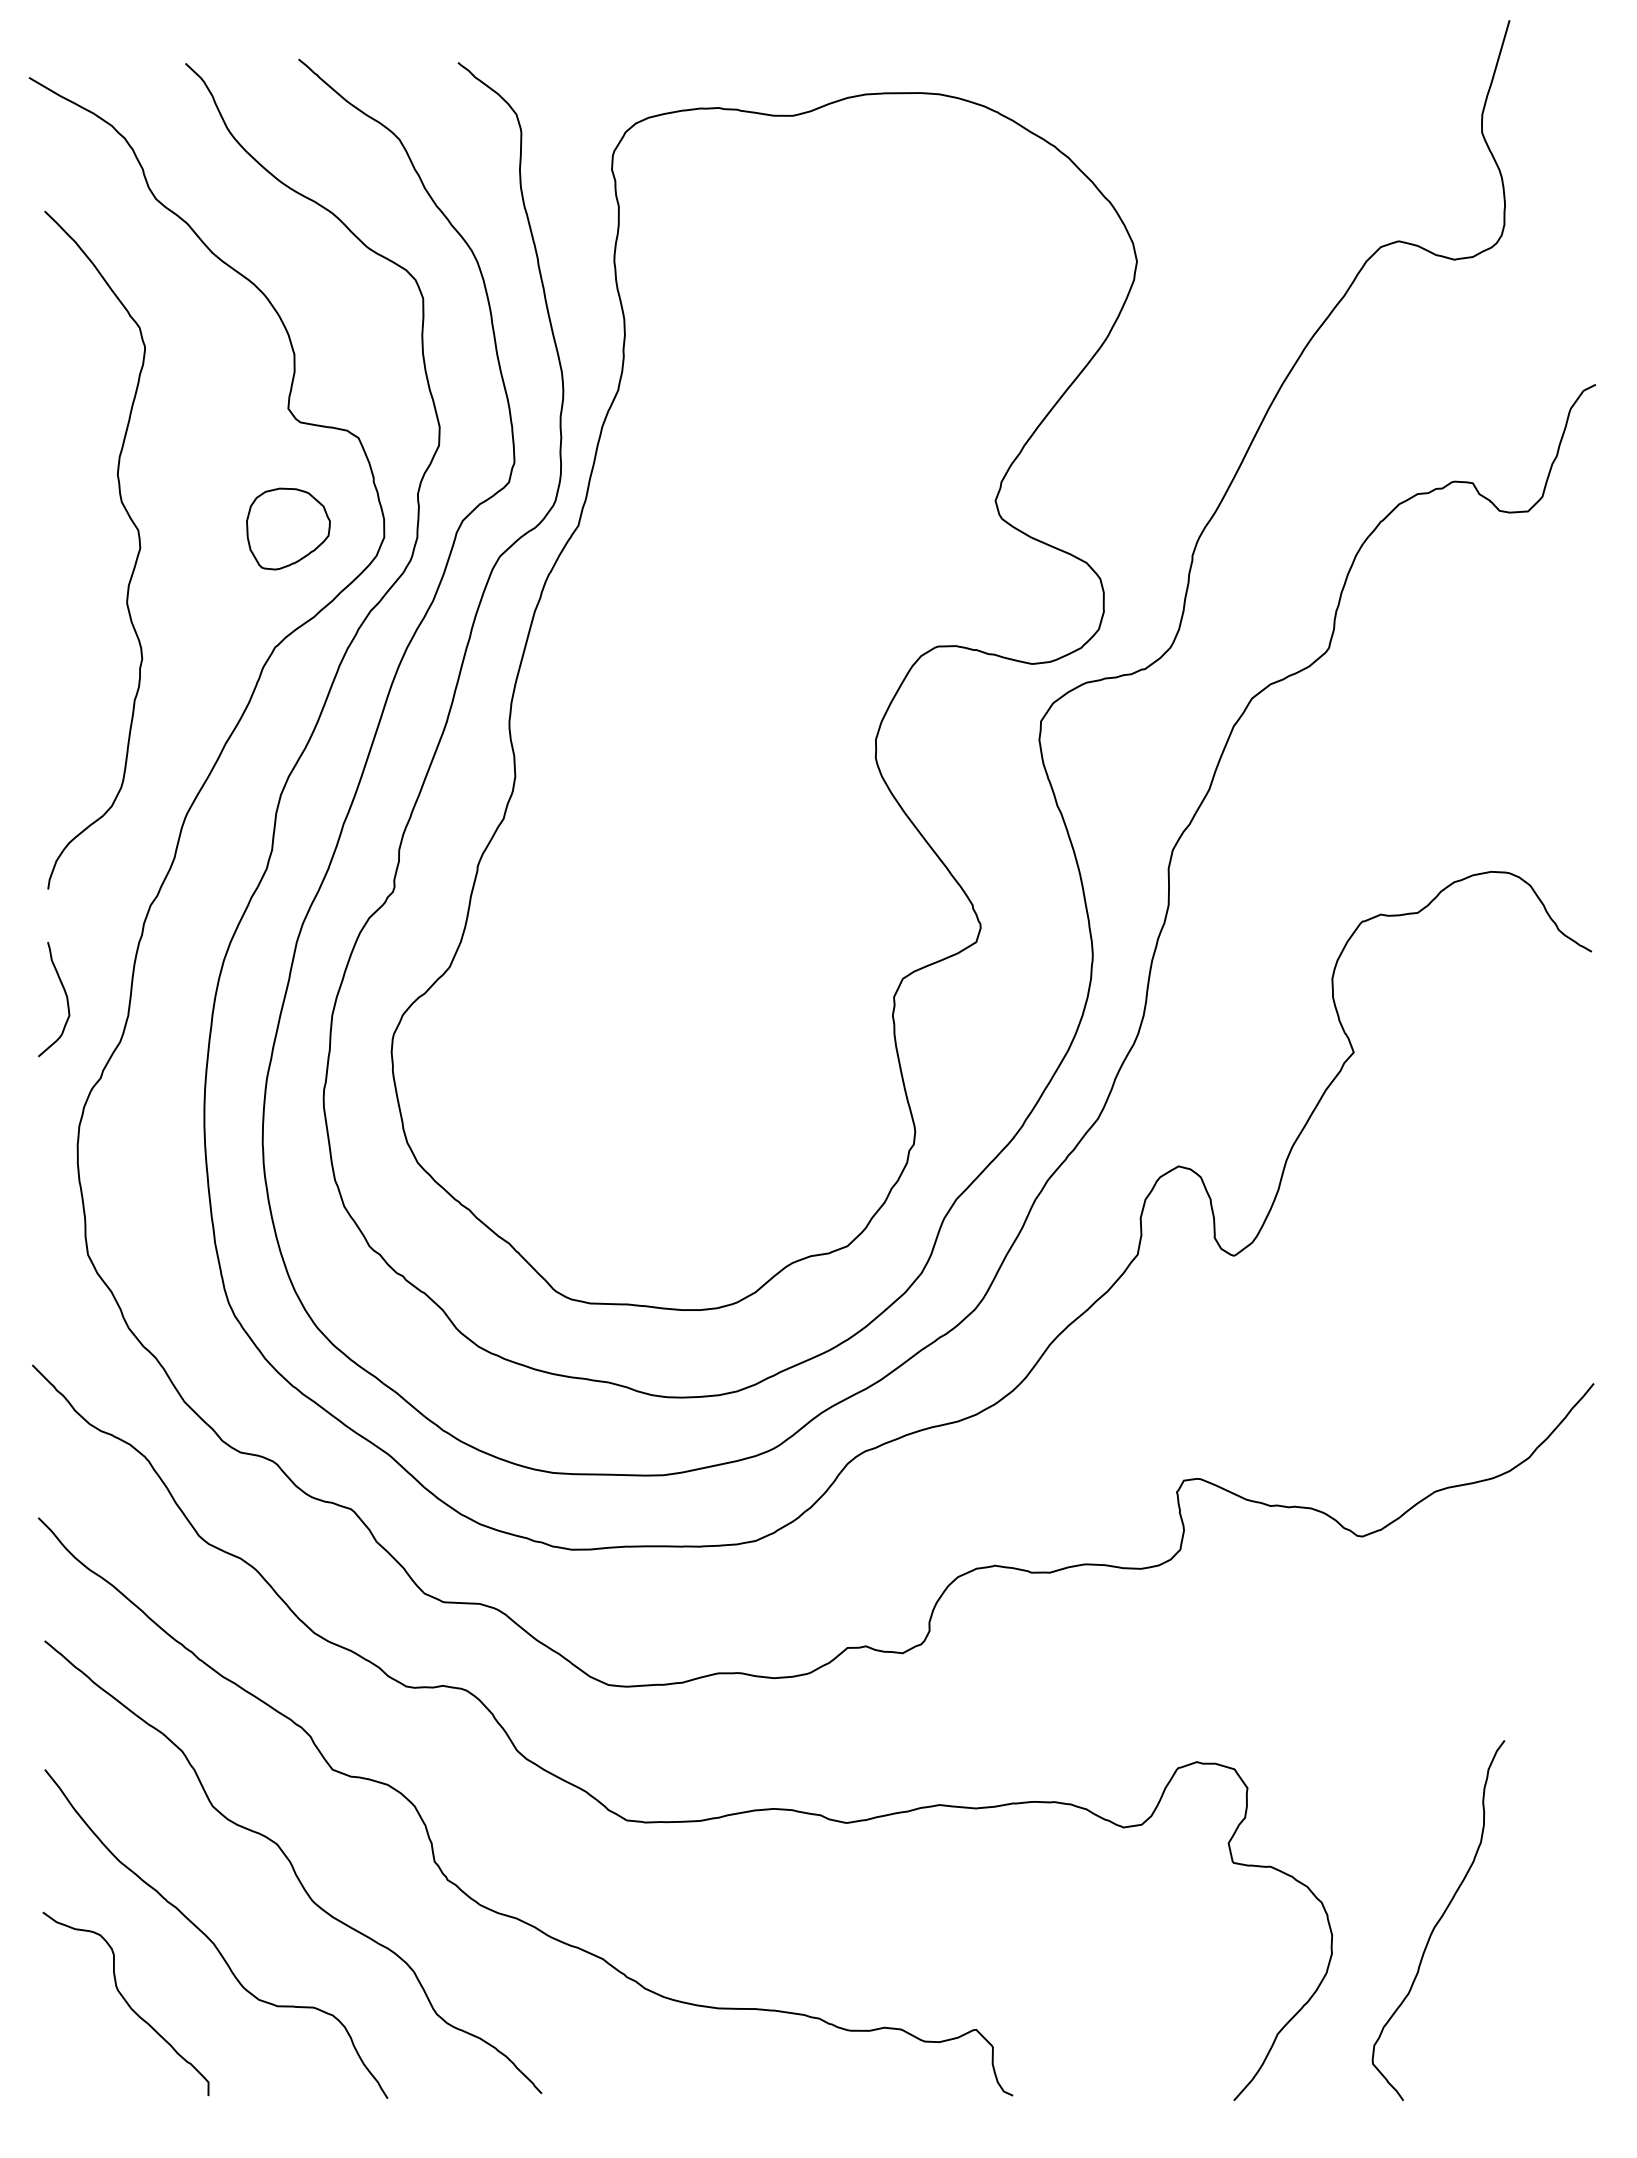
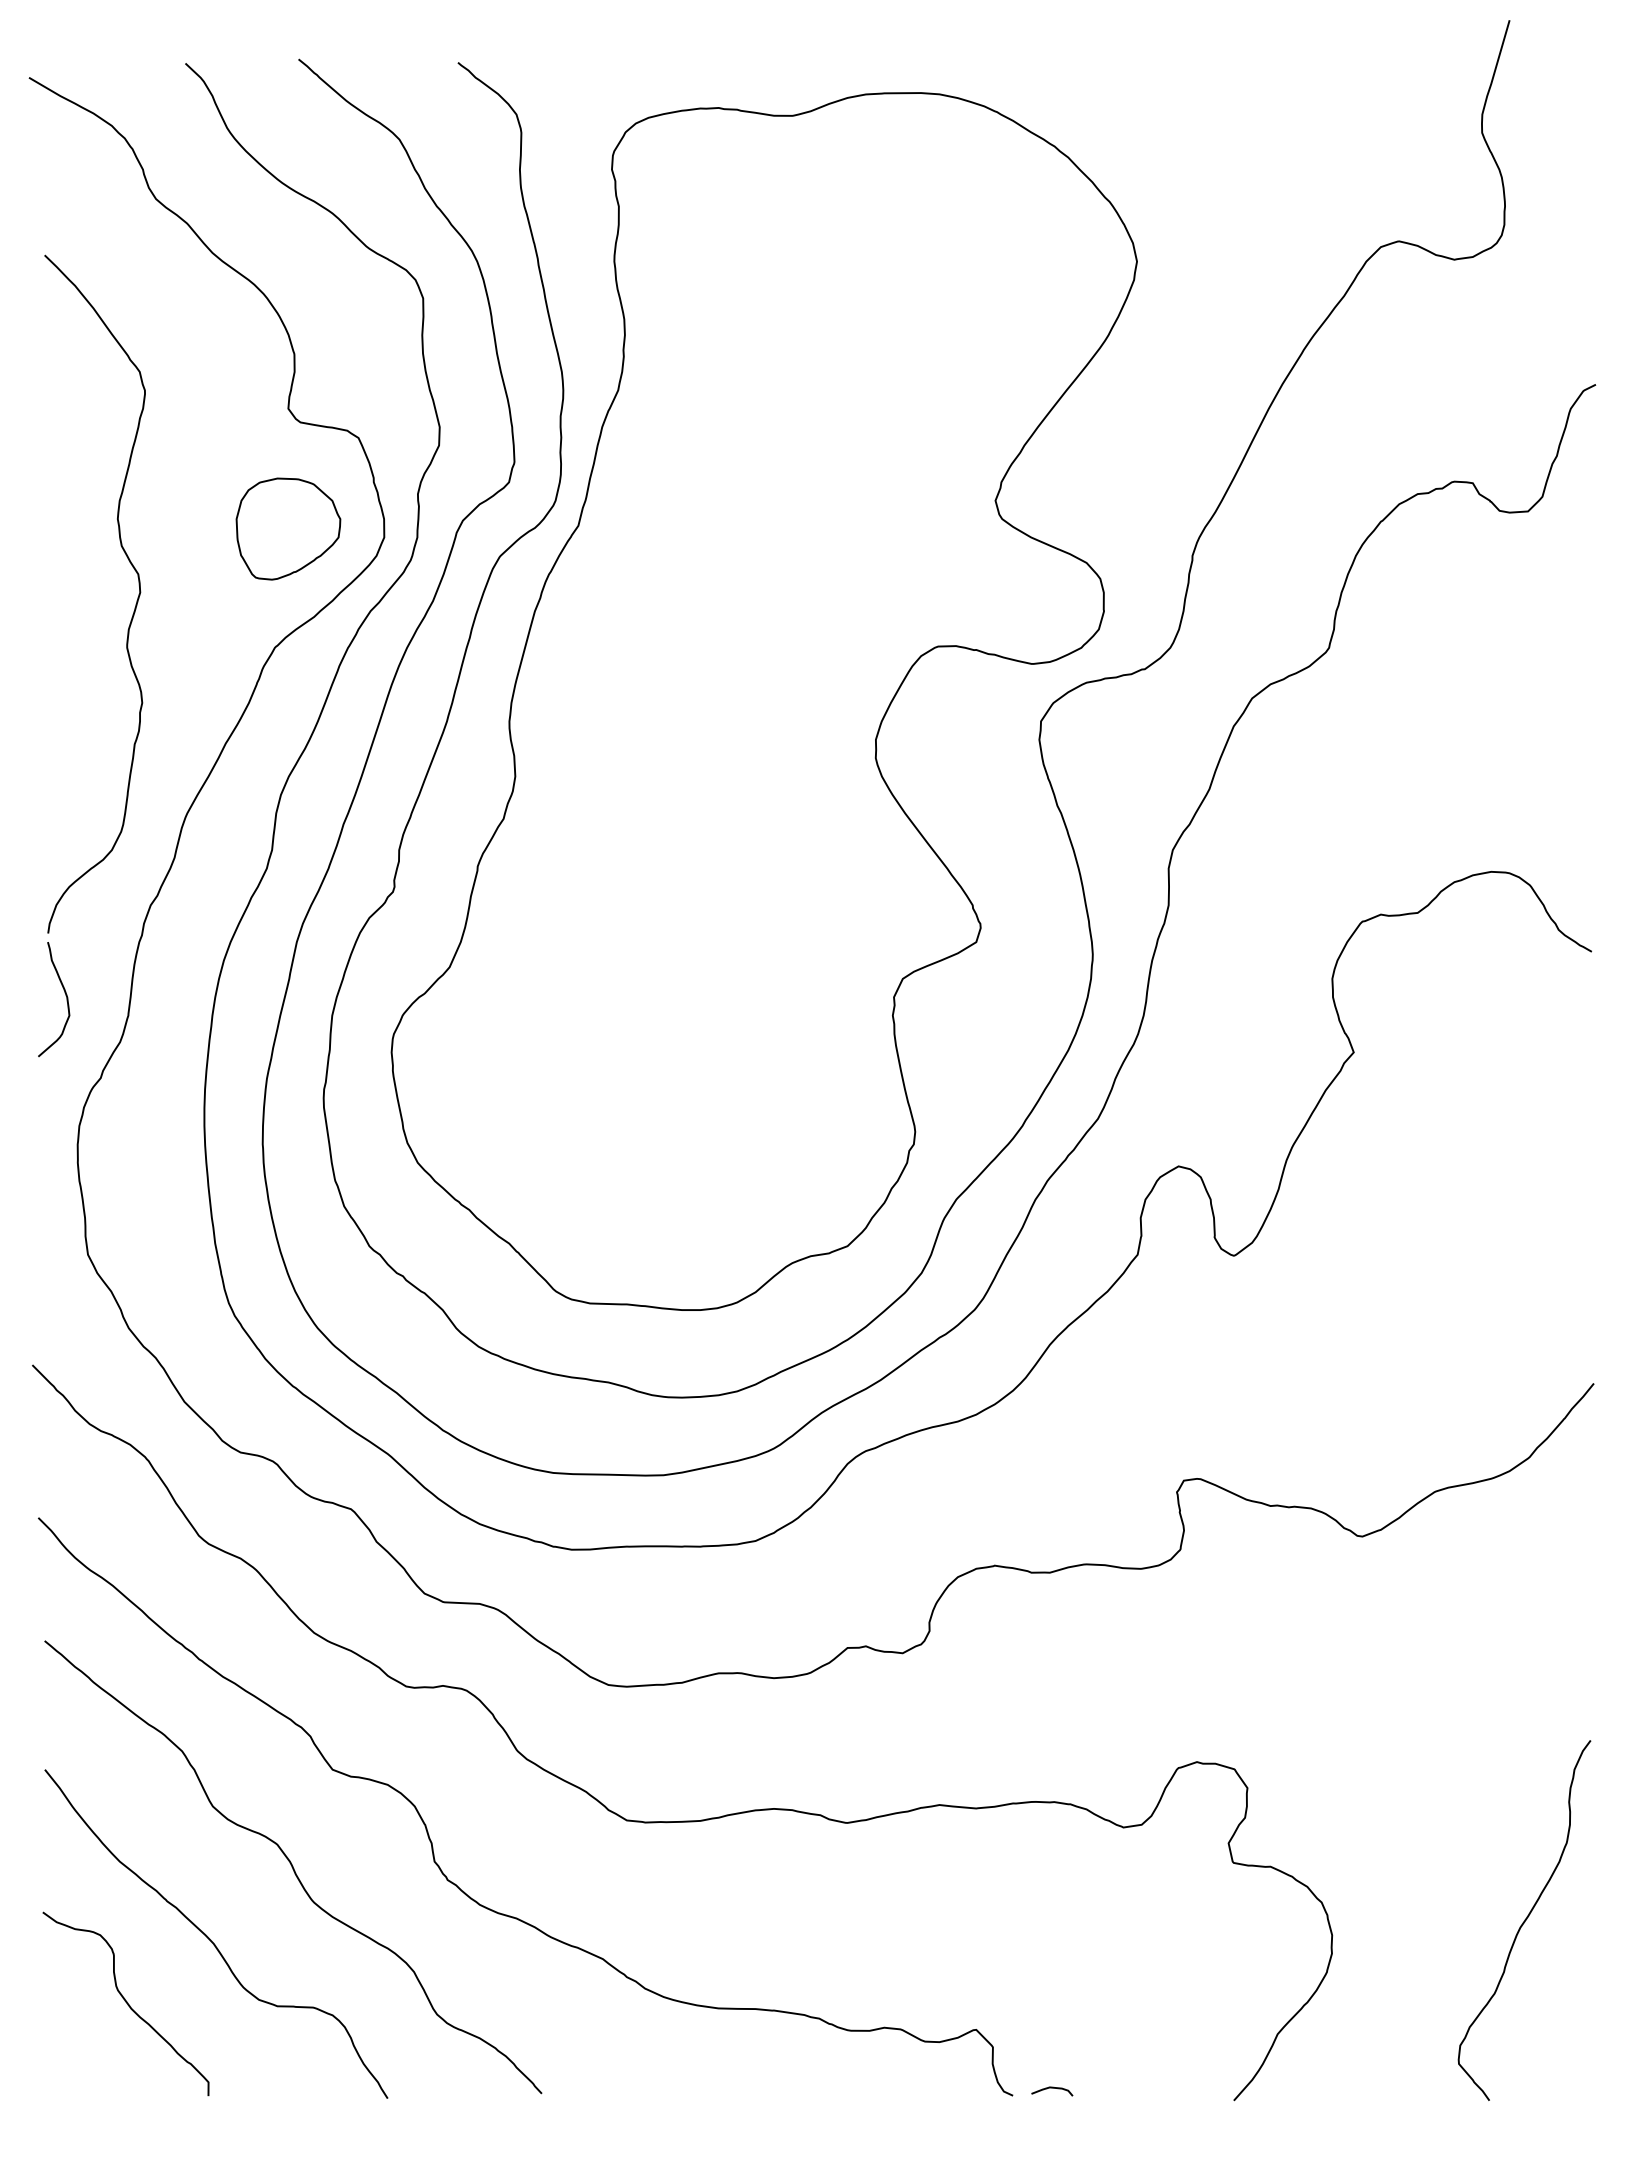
part at (288, 528) size: 85x84 px -> 107x104 px
curve at (134, 563) position: (134, 563) -> (134, 607)
curve at (1438, 1920) position: (1438, 1920) -> (1524, 1920)
curve at (1052, 2088): none -> present
